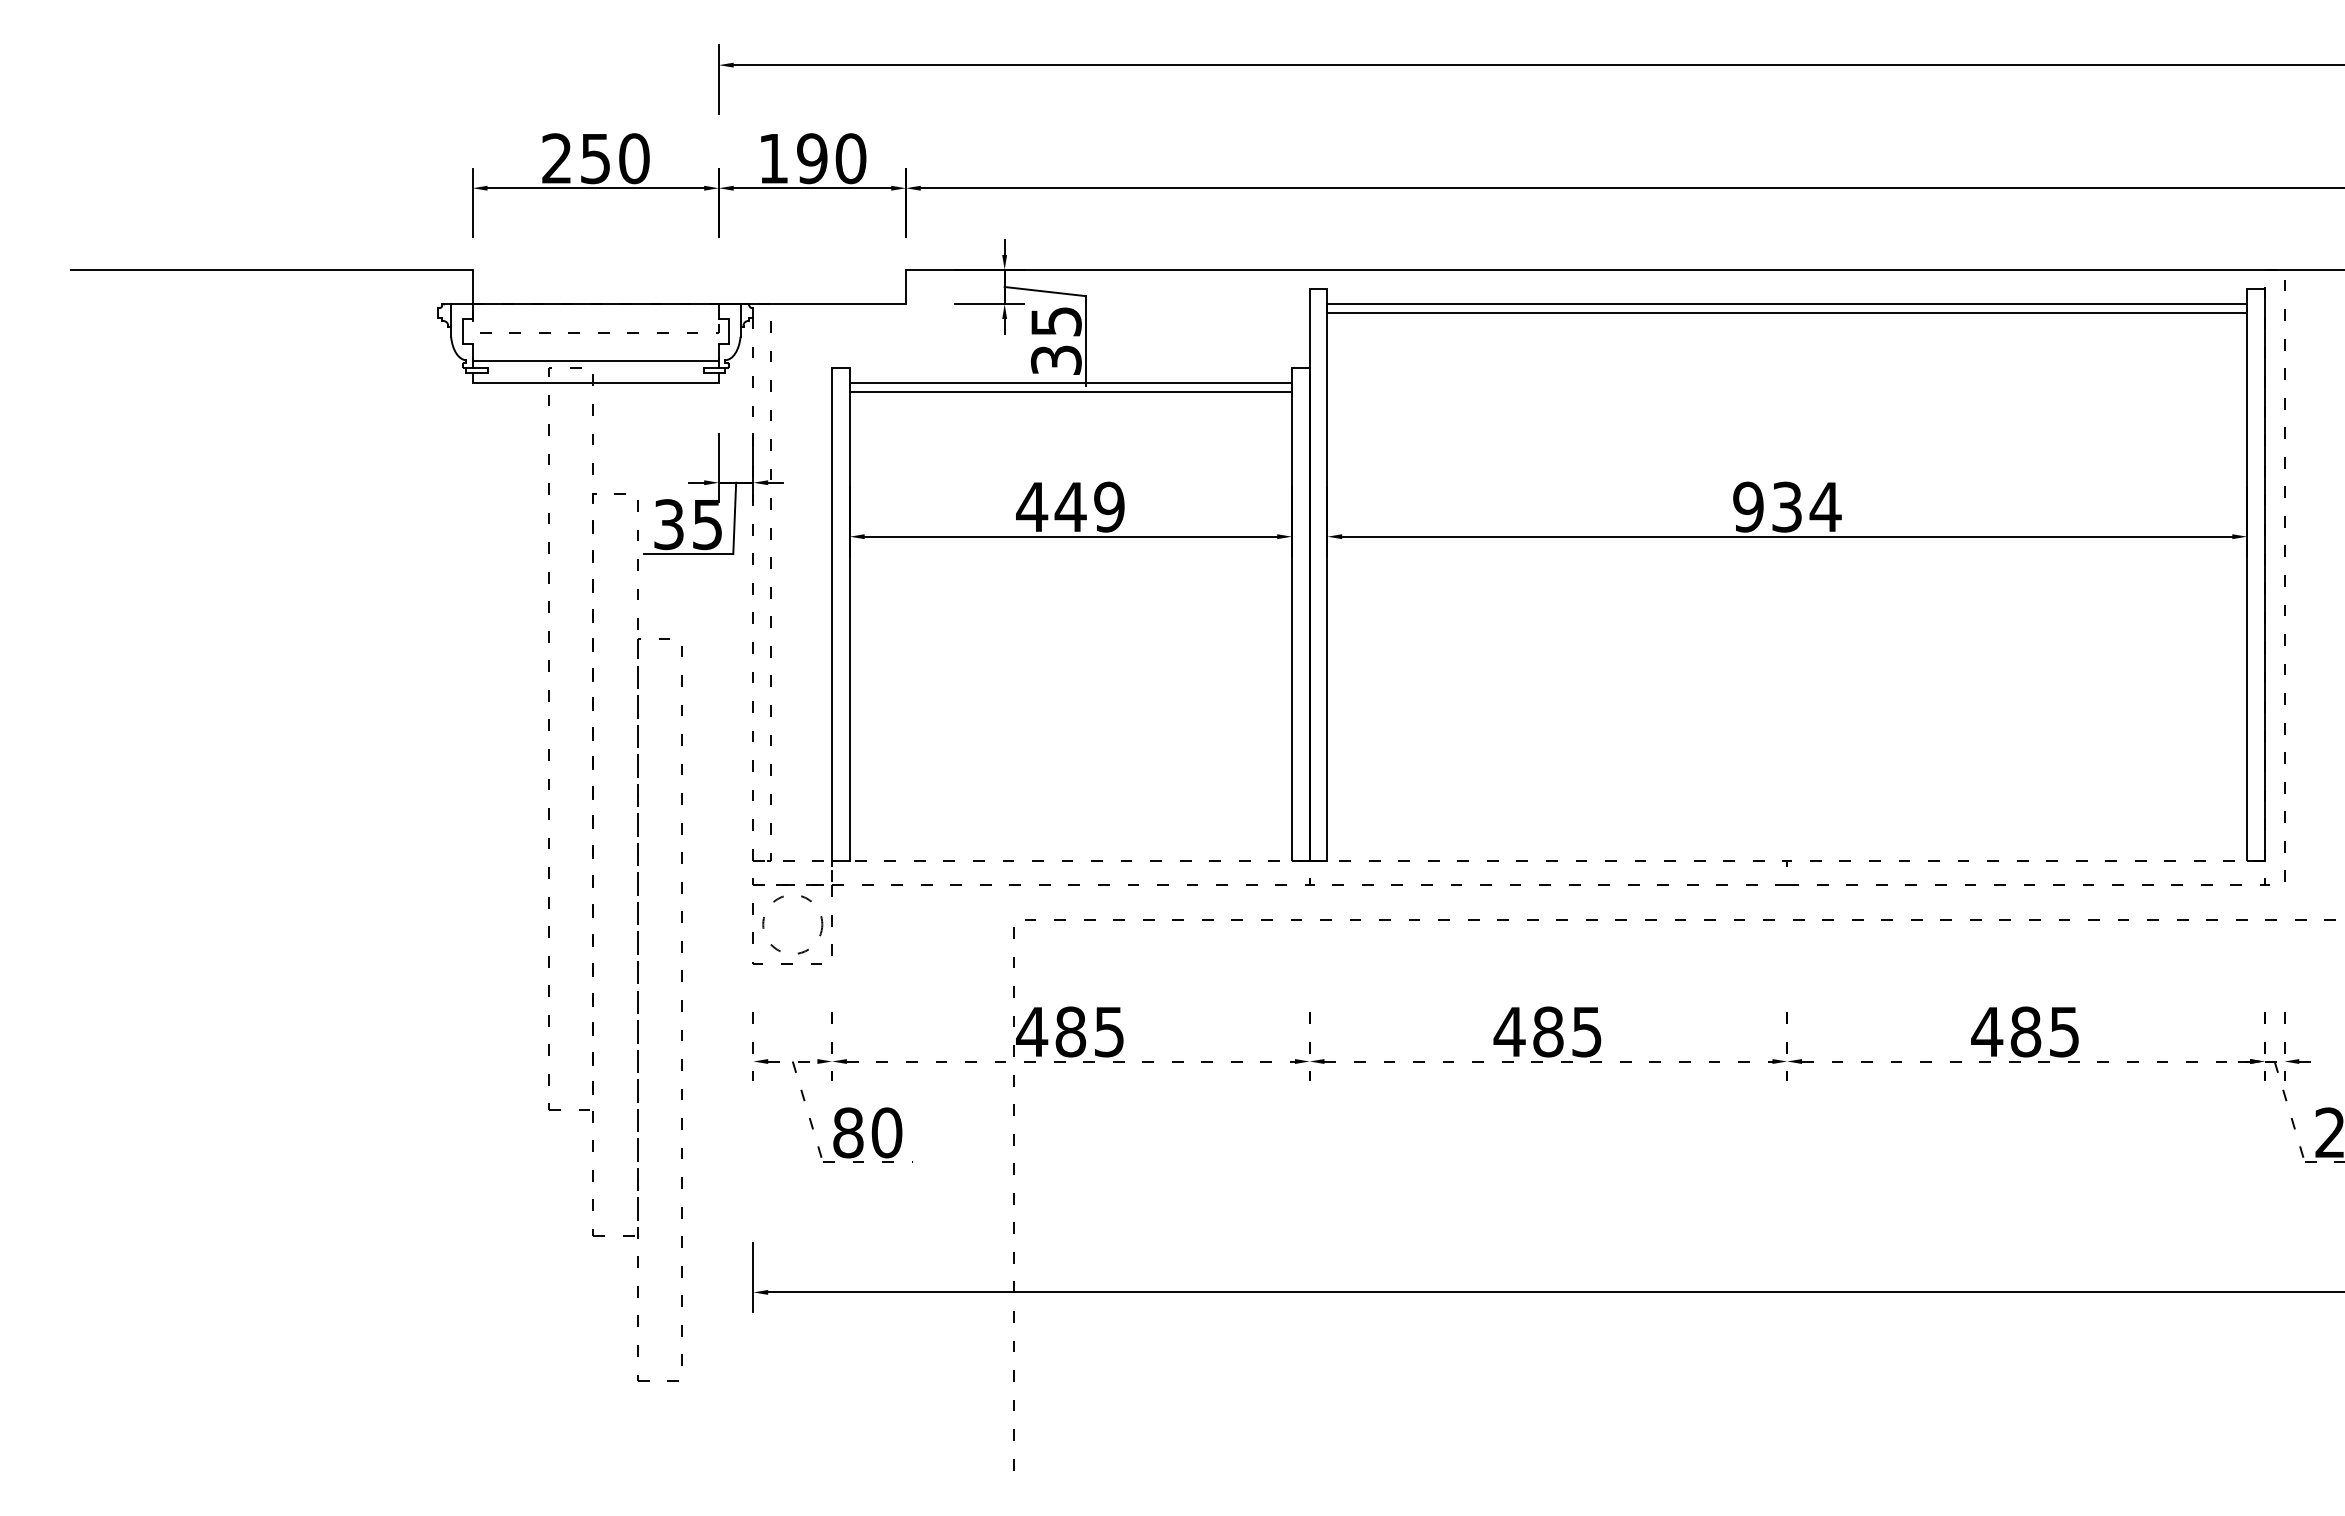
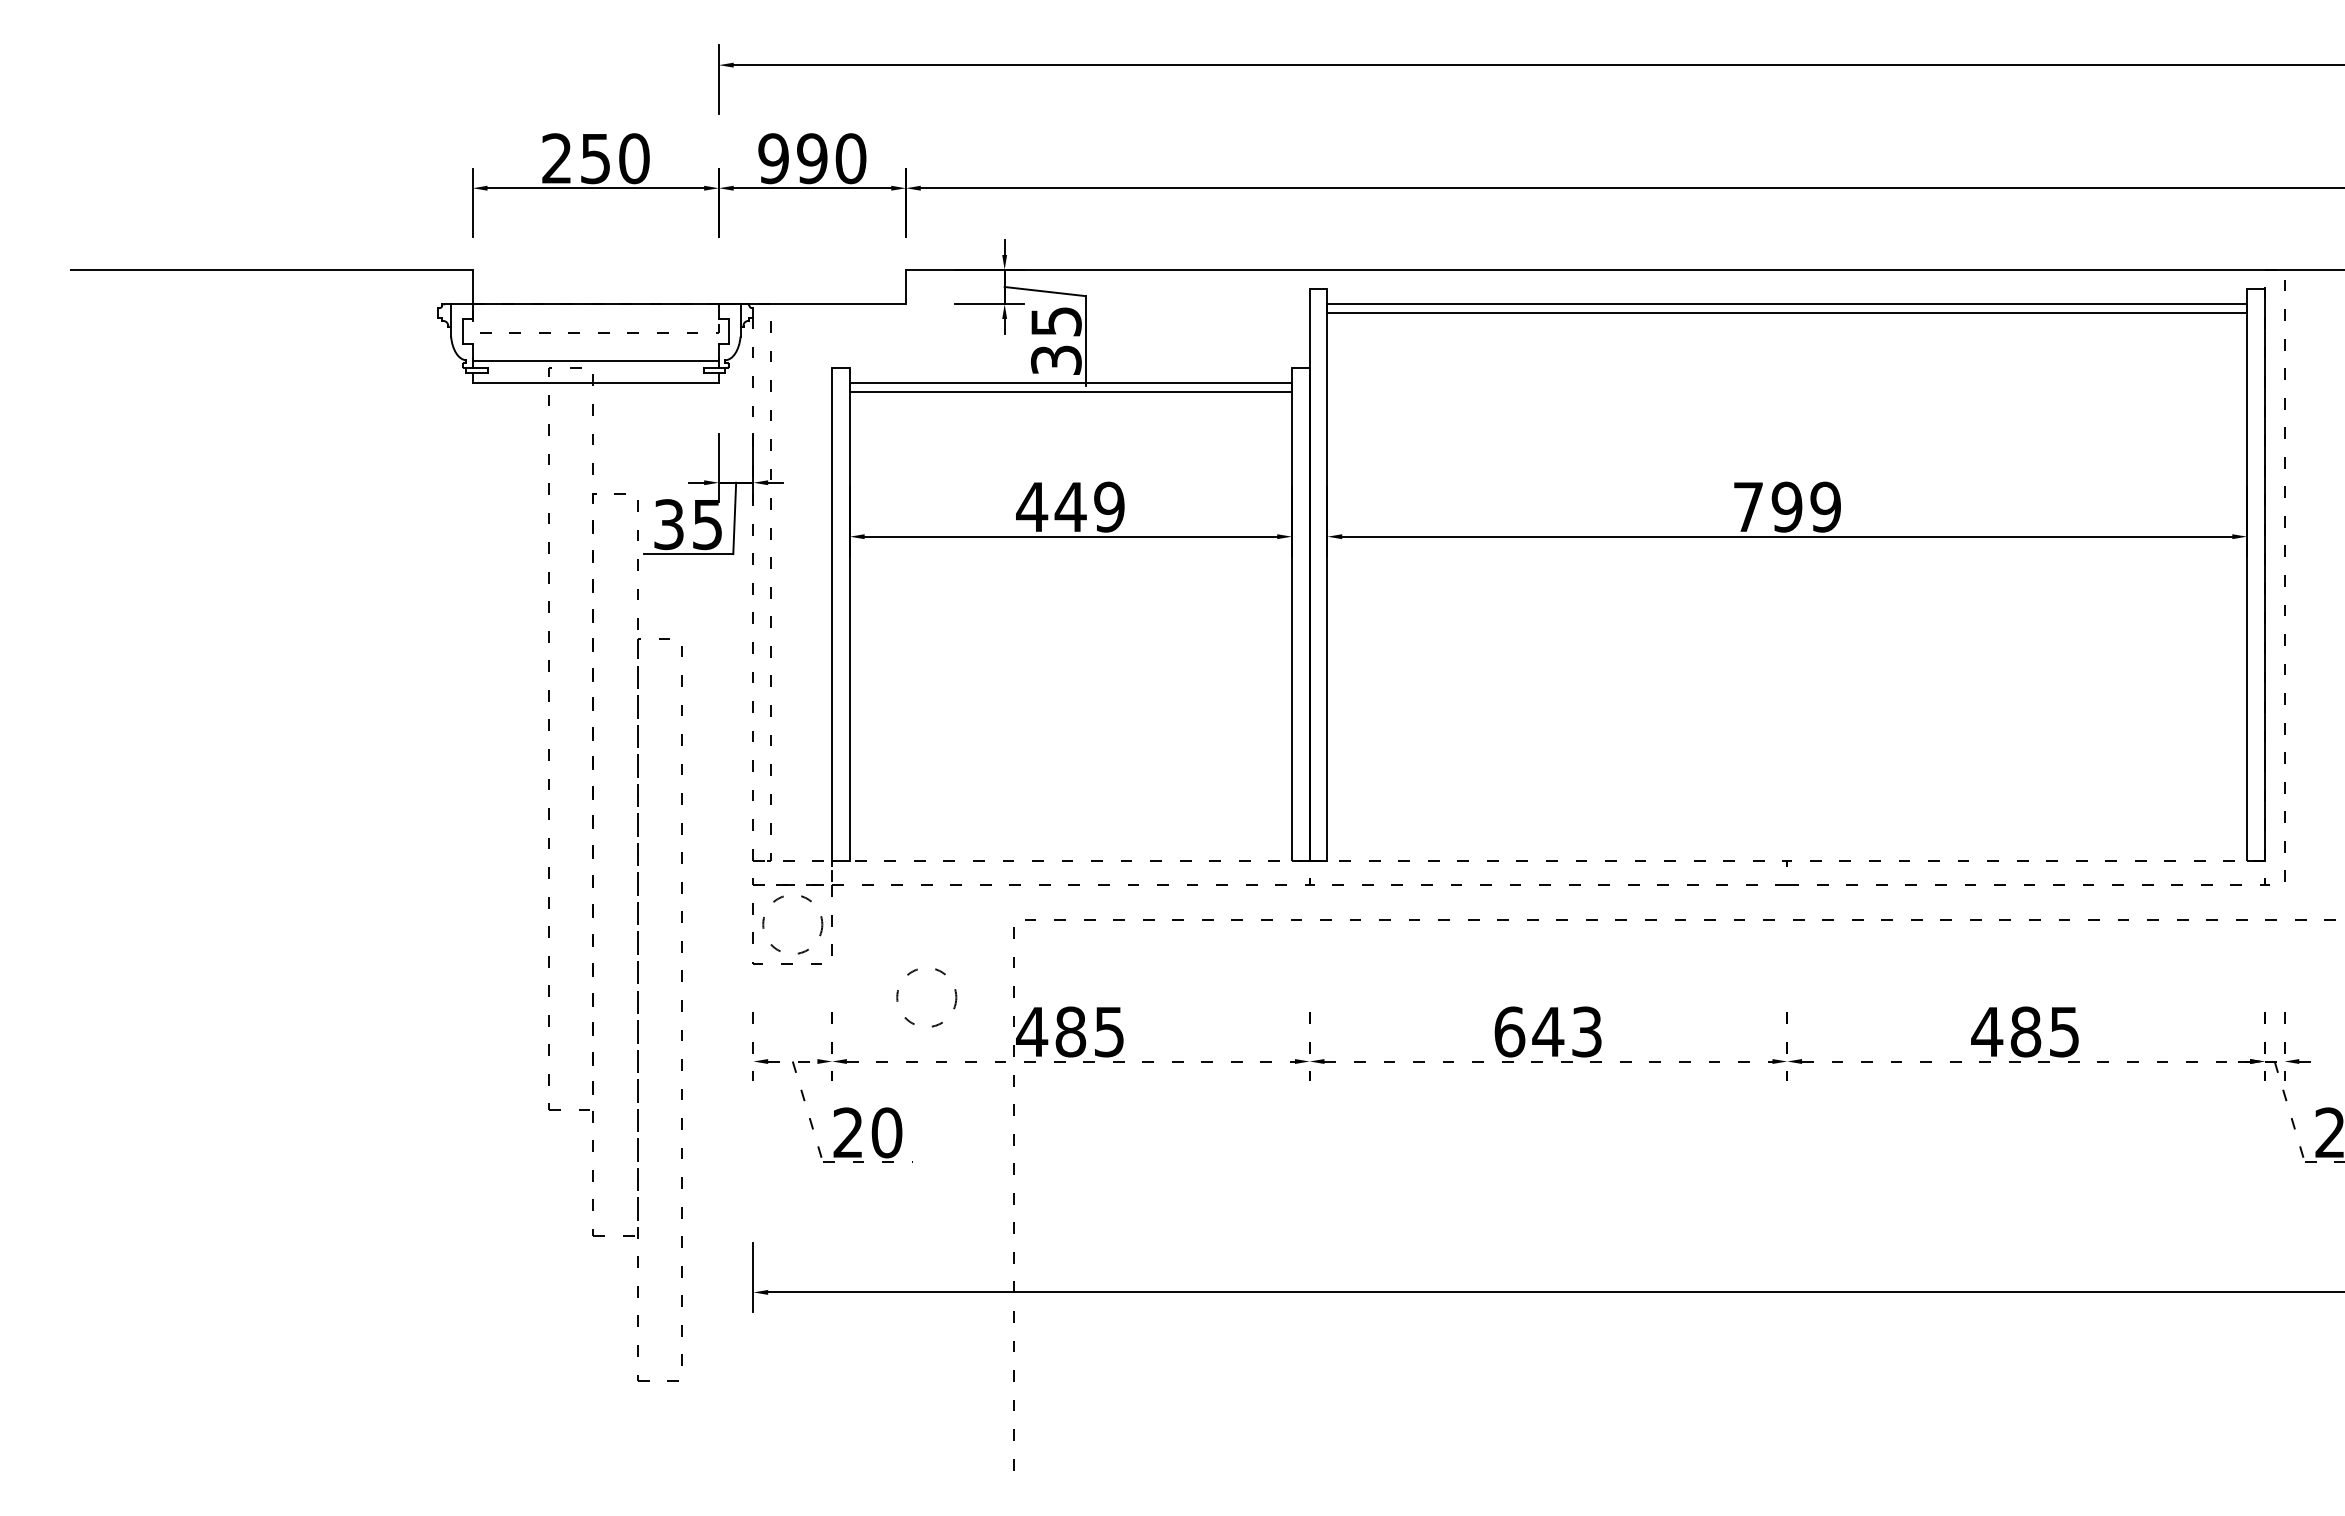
text at (773, 158): 190 -> 990
text at (1787, 506): 934 -> 799
circle at (926, 997): none -> present
text at (1547, 1031): 485 -> 643
text at (848, 1132): 80 -> 20
